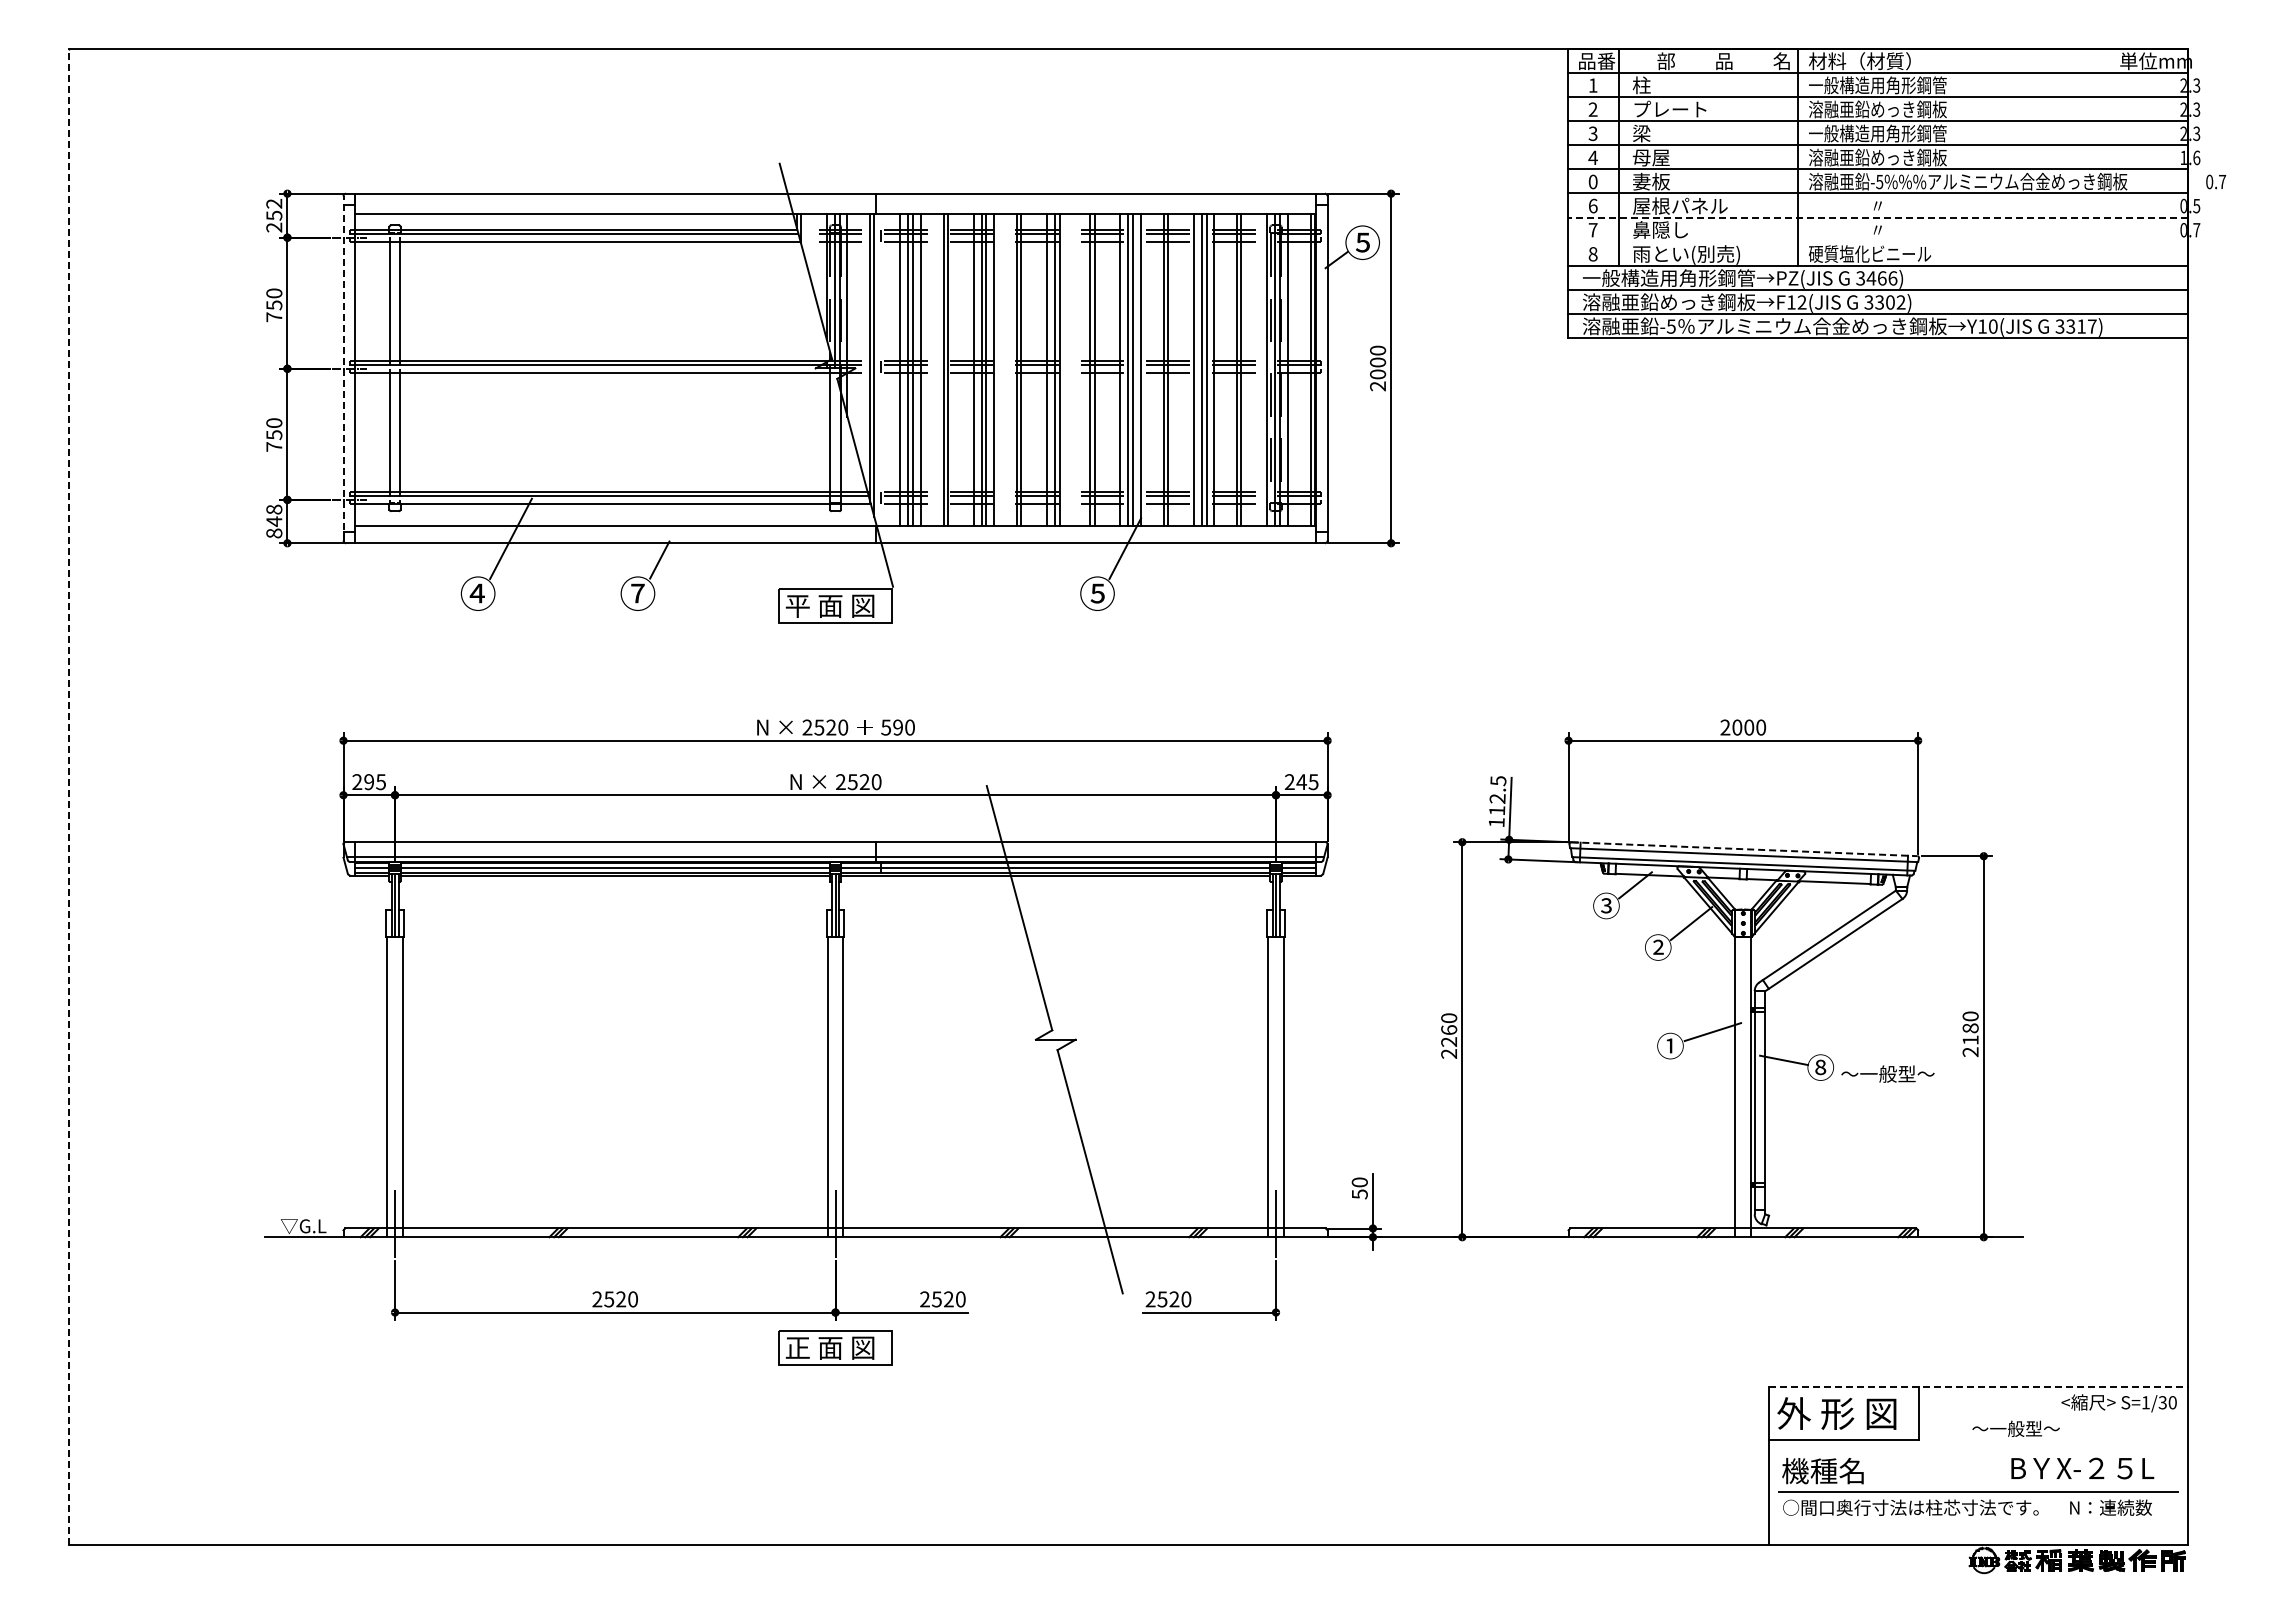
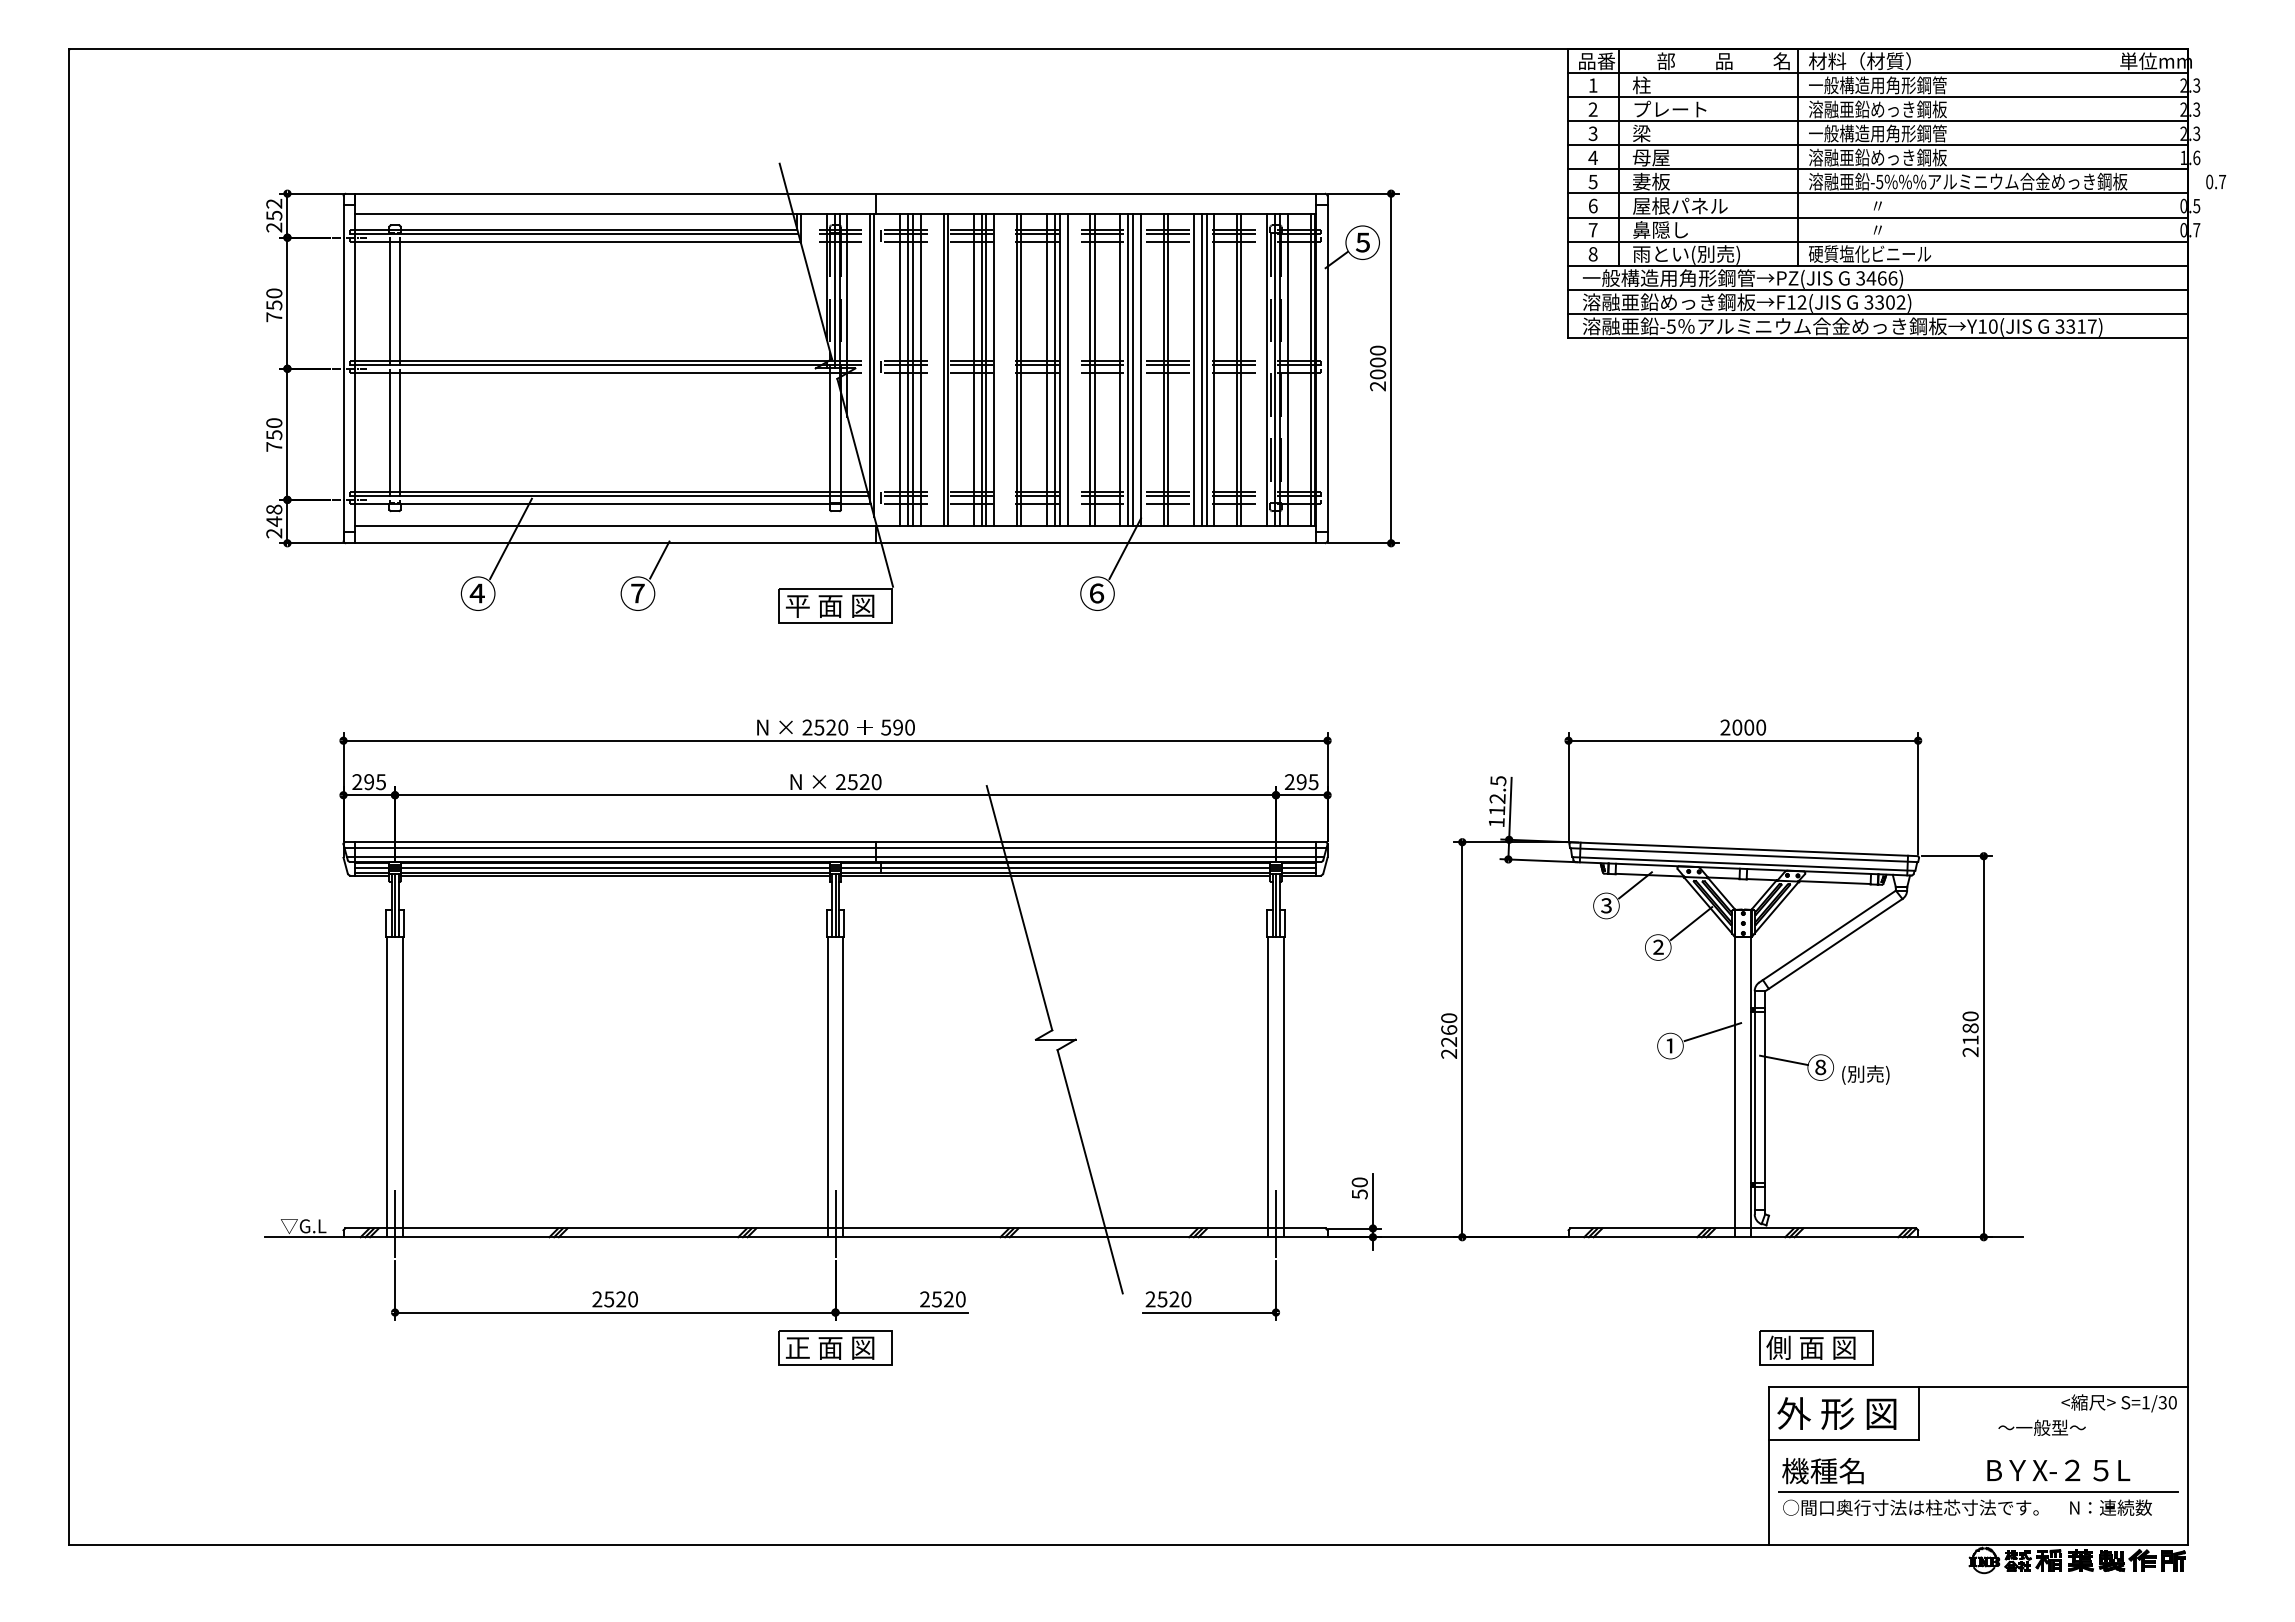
text at (1592, 181): 0 -> 5
line at (1877, 217): dashed -> solid
line at (1877, 241): none -> present
line at (343, 367): dashed -> solid
line at (1067, 369): none -> present
text at (274, 533): 848 -> 248
text at (1097, 593): ⑤ -> ⑥
text at (1301, 782): 245 -> 295
line at (68, 796): dashed -> solid
line at (835, 848): none -> present
line at (1744, 849): dashed -> solid
text at (1887, 1074): ～一般型～ -> (別売)
part at (1816, 1347): none -> present
line at (1978, 1387): dashed -> solid
text at (2015, 1428) position: (2015, 1428) -> (2041, 1427)
text at (2082, 1468) position: (2082, 1468) -> (2058, 1470)
